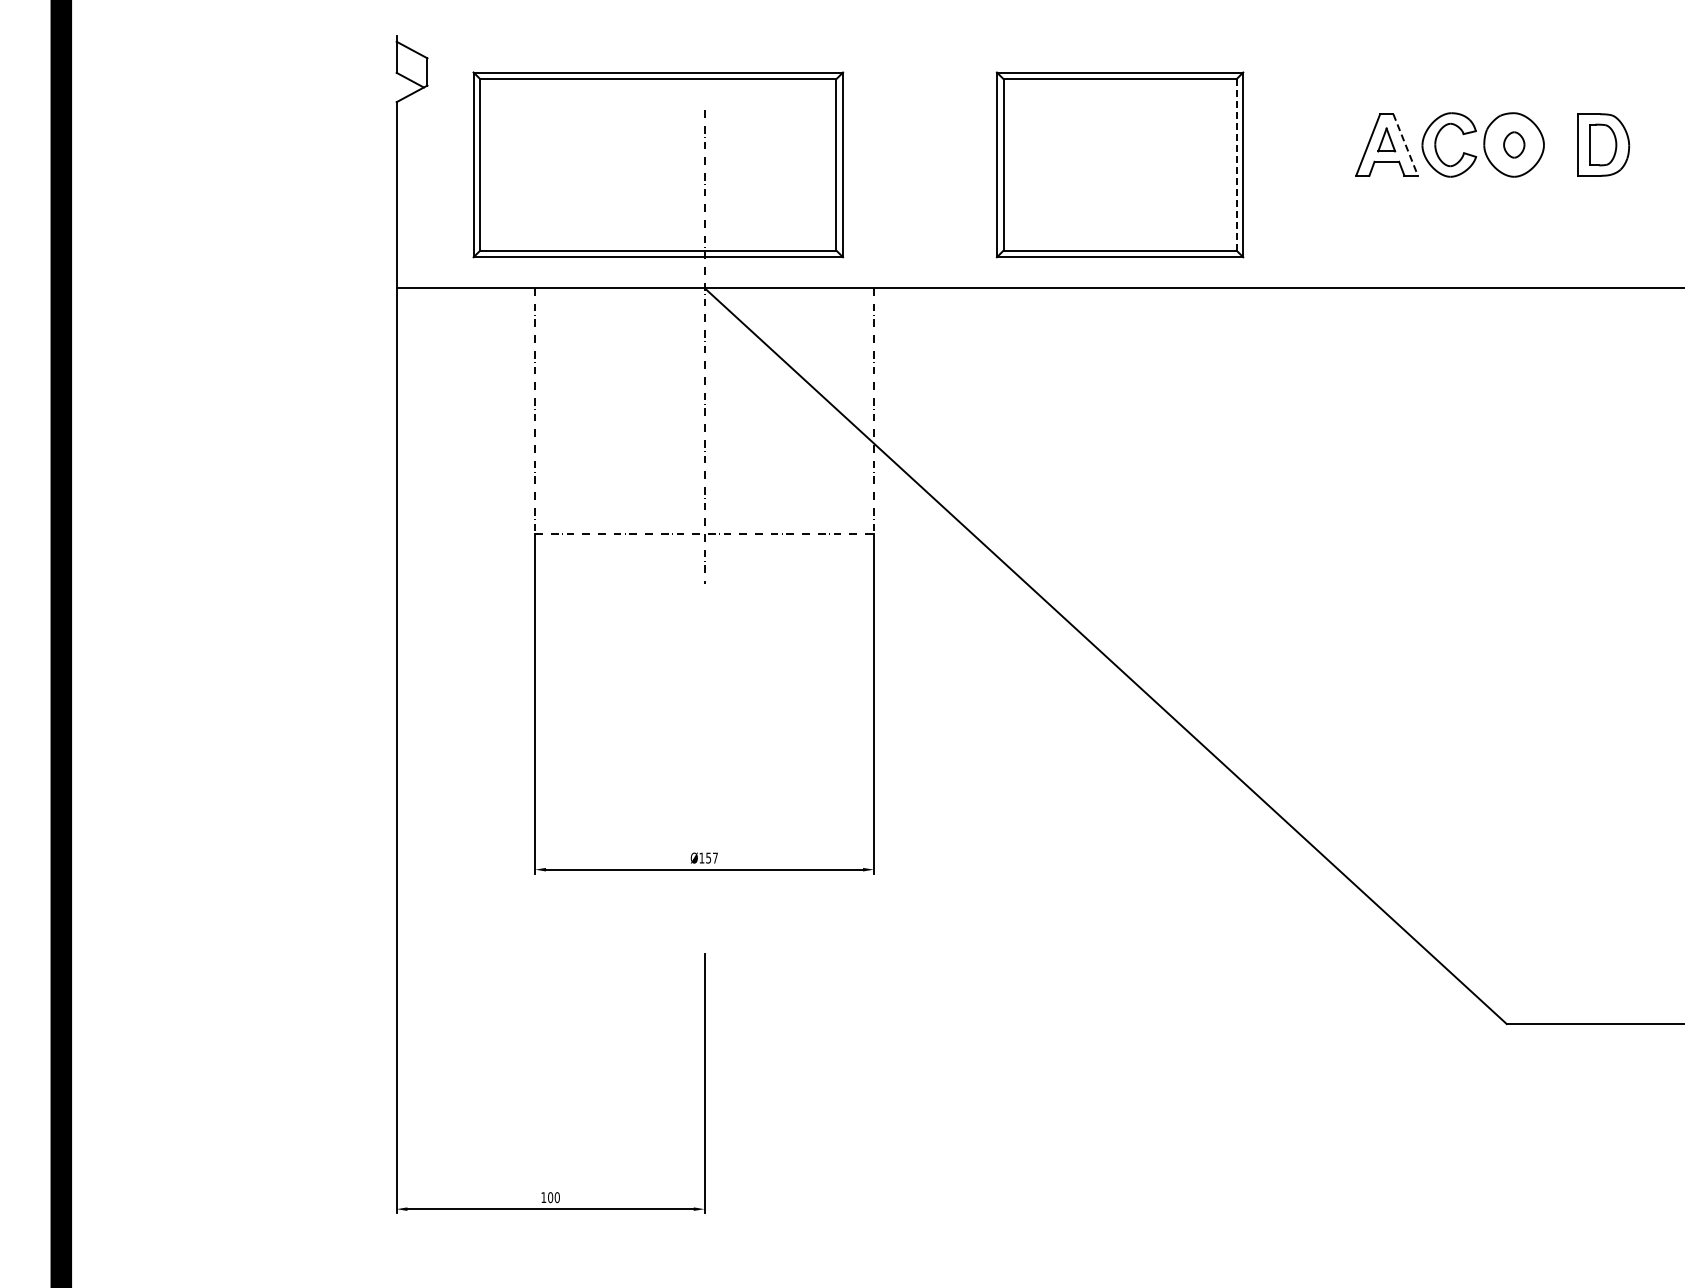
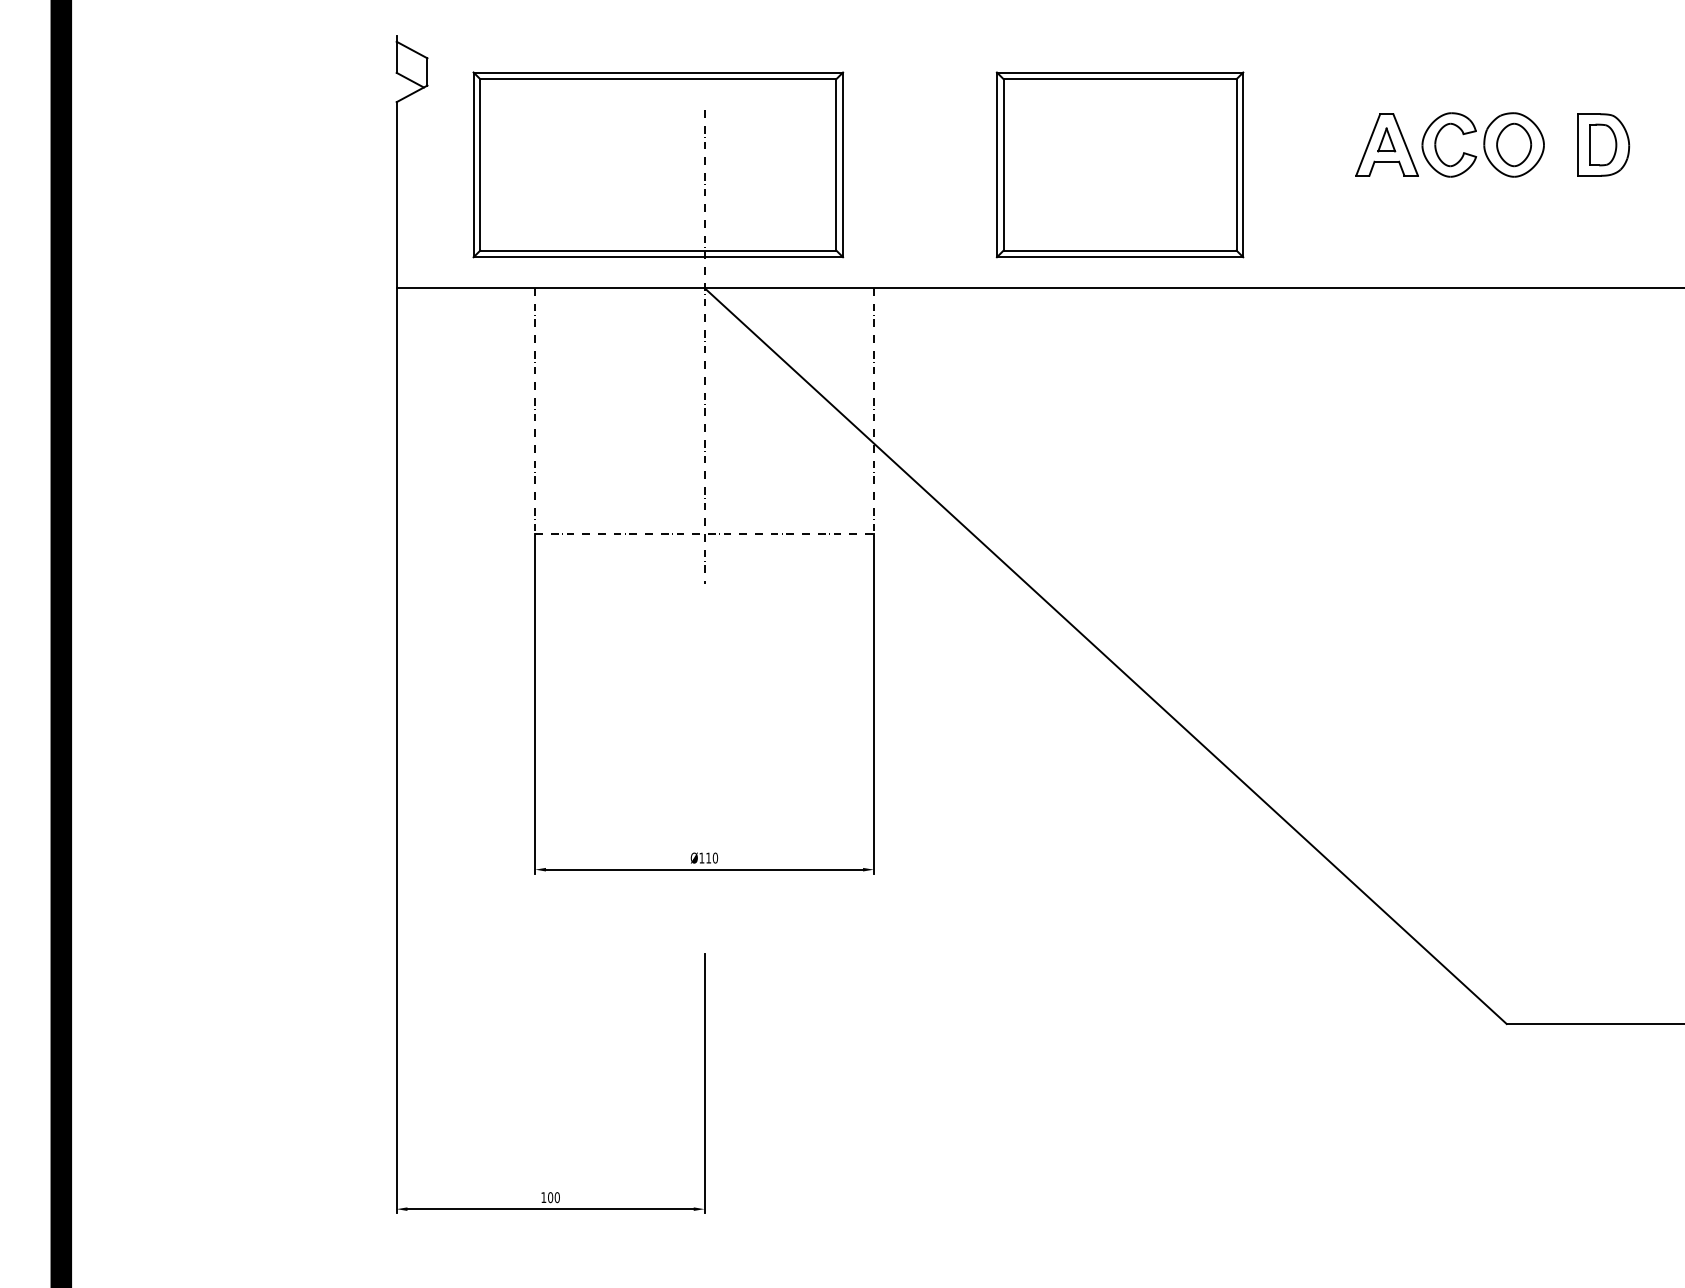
part at (1514, 144) size: 23x28 px -> 37x46 px
line at (1405, 145): dashed -> solid
line at (1236, 164): dashed -> solid
text at (712, 857): Ø157 -> Ø110
